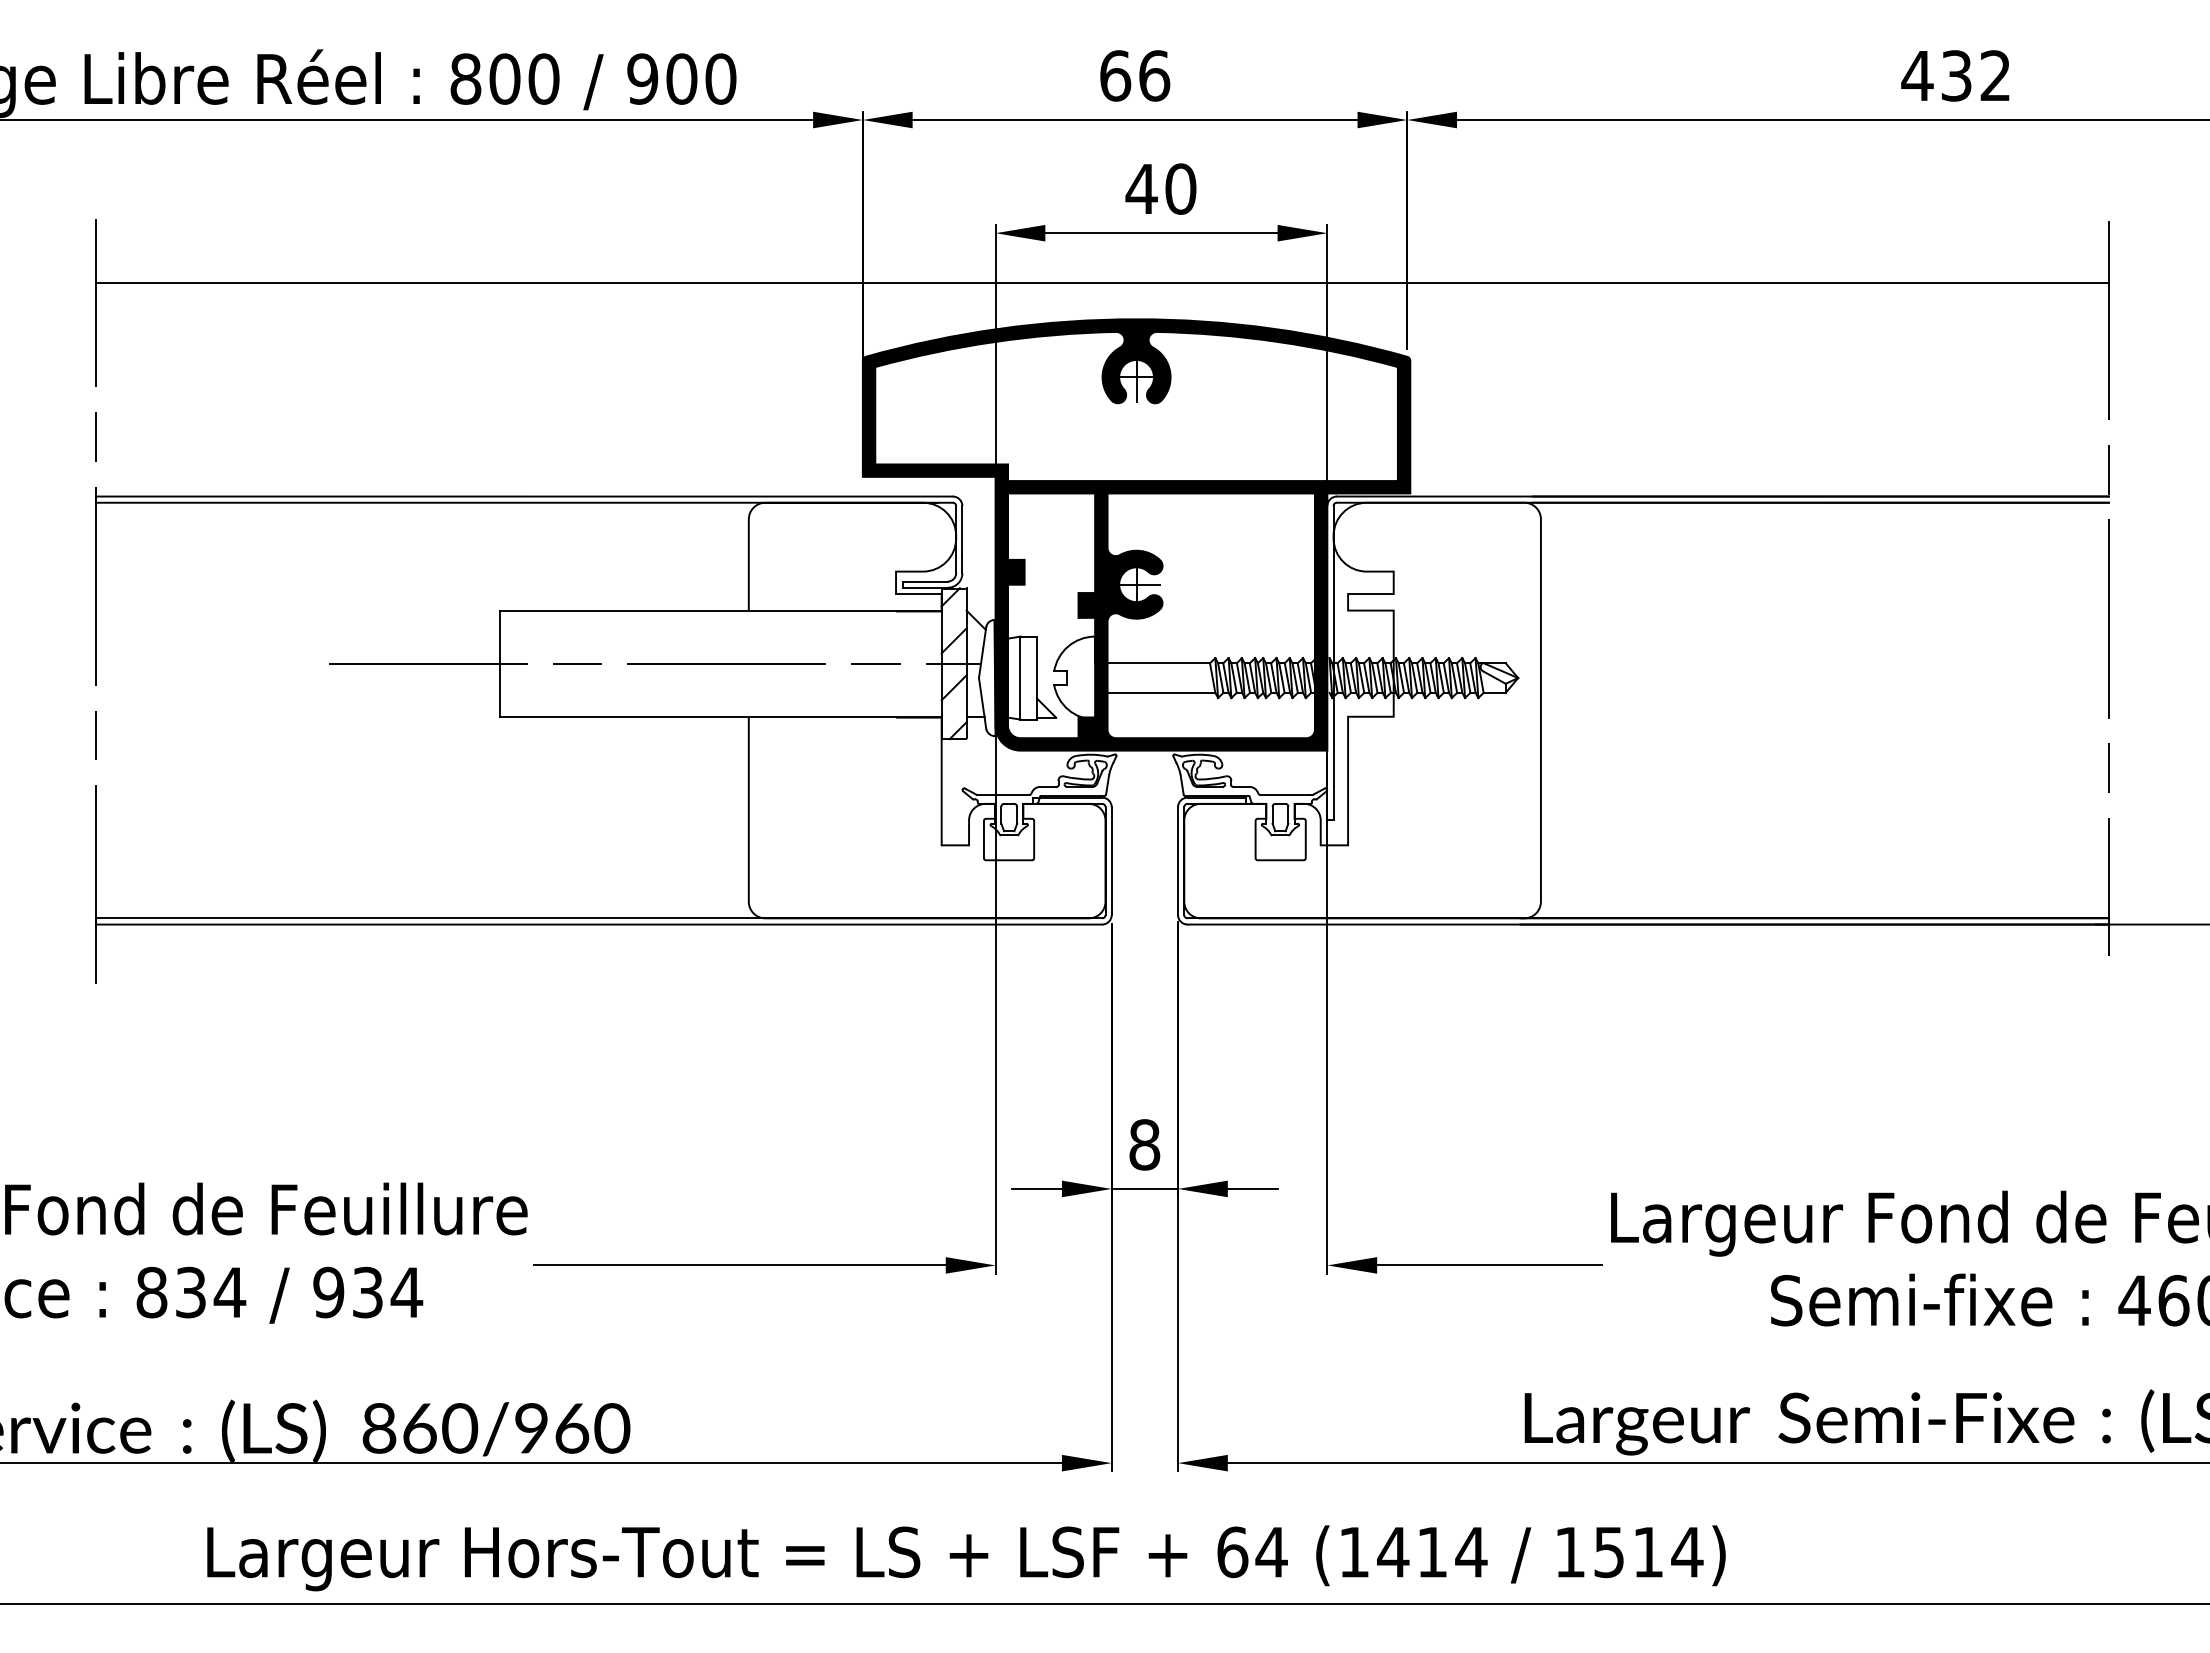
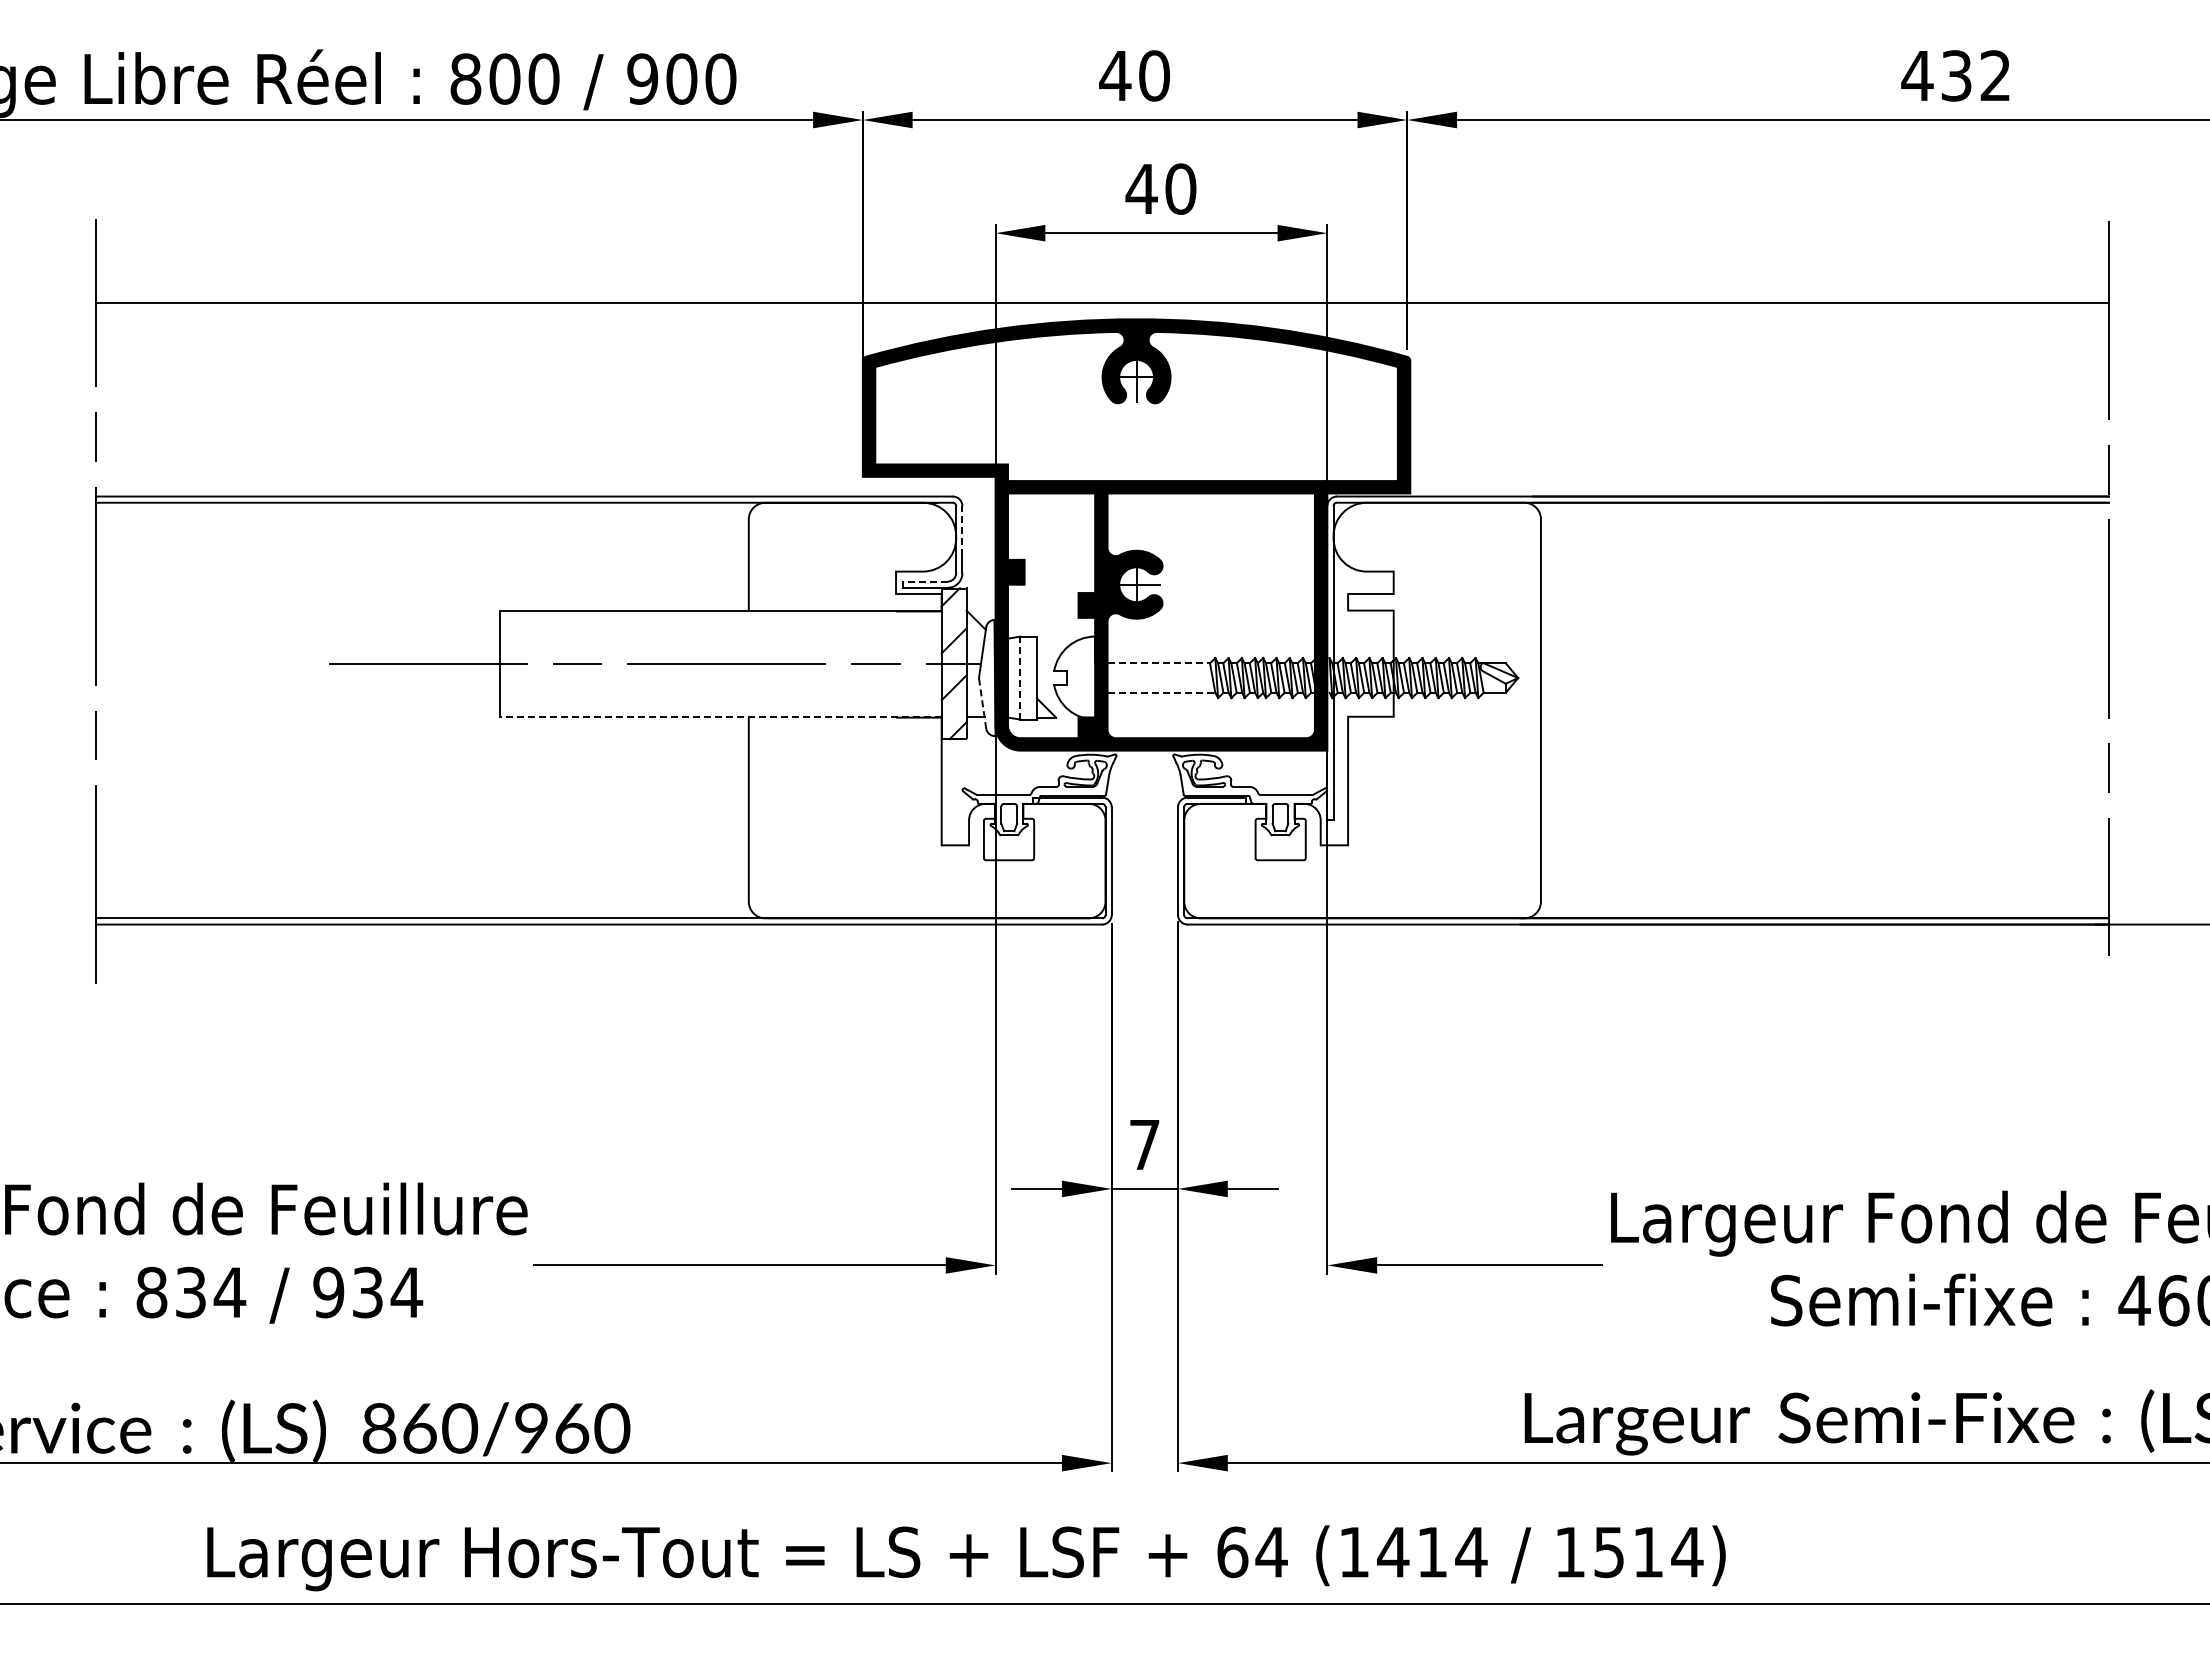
text at (1134, 75): 66 -> 40
line at (1102, 283) position: (1102, 283) -> (1102, 303)
line at (962, 530): solid -> dashed
line at (925, 581): solid -> dashed
line at (1159, 663): solid -> dashed
line at (1020, 677): solid -> dashed
line at (1161, 692): solid -> dashed
line at (982, 703): solid -> dashed
line at (720, 716): solid -> dashed
text at (1144, 1144): 8 -> 7
